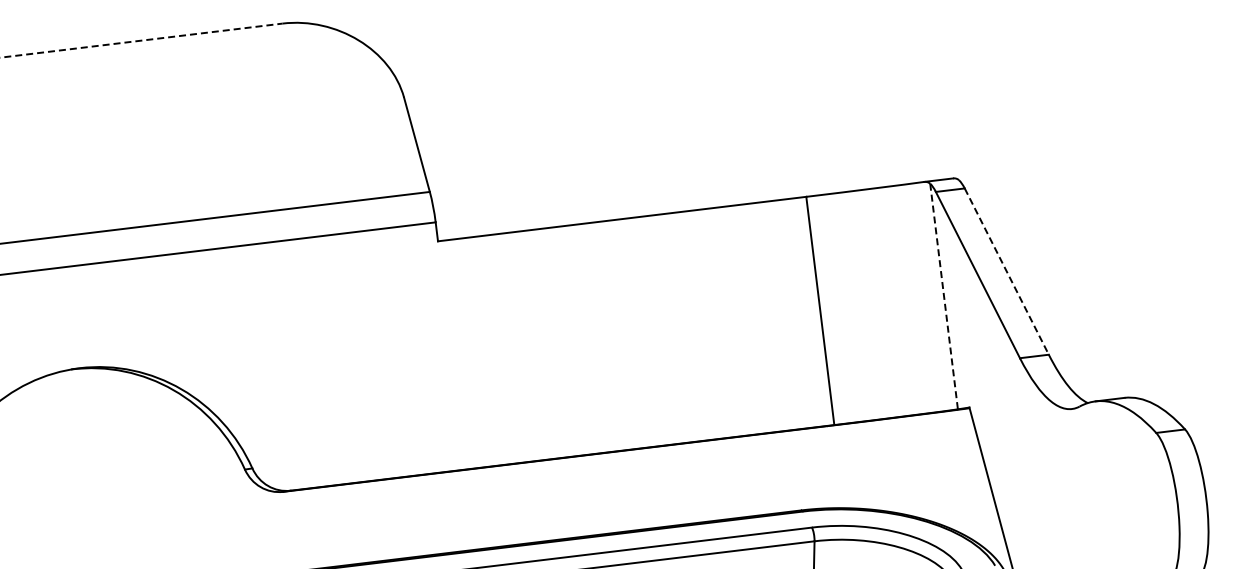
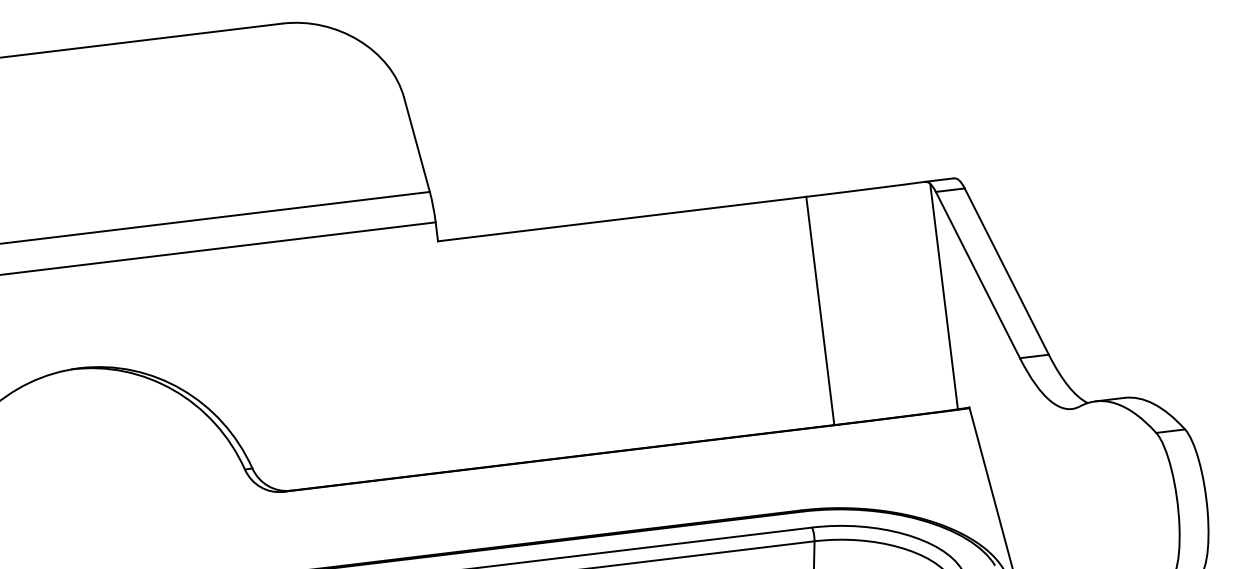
line at (141, 40): dashed -> solid
line at (1007, 272): dashed -> solid
line at (944, 296): dashed -> solid
